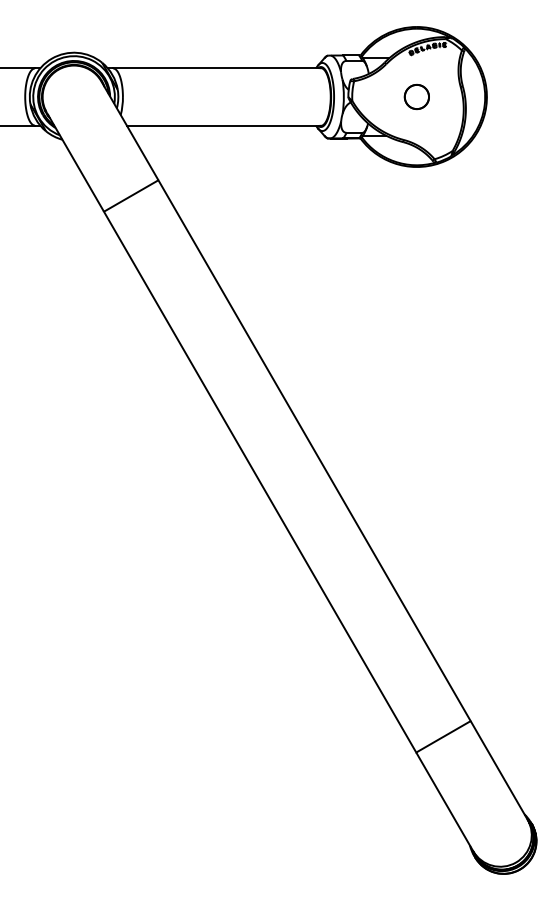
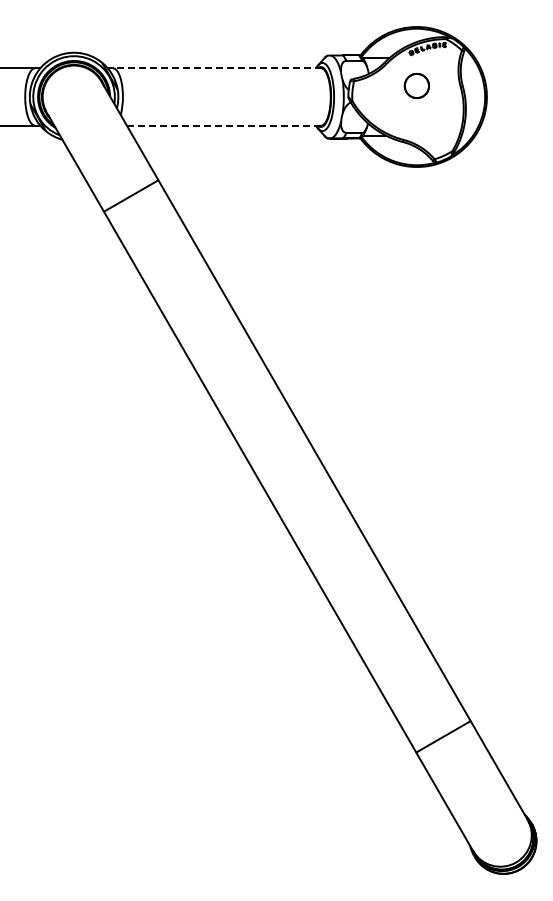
line at (217, 68): solid -> dashed
circle at (416, 97) position: (416, 97) -> (416, 86)
line at (224, 125): solid -> dashed
